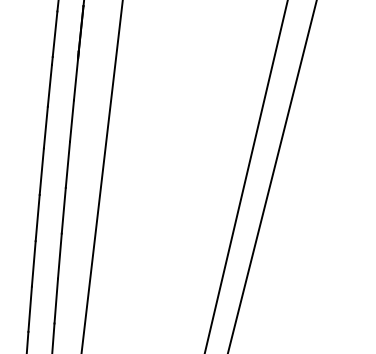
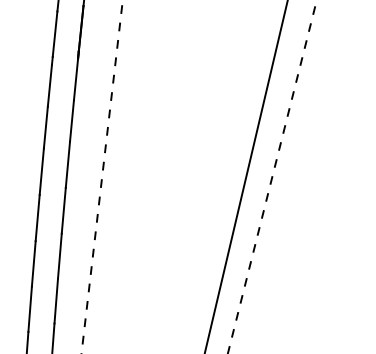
line at (272, 176): solid -> dashed
line at (102, 177): solid -> dashed
